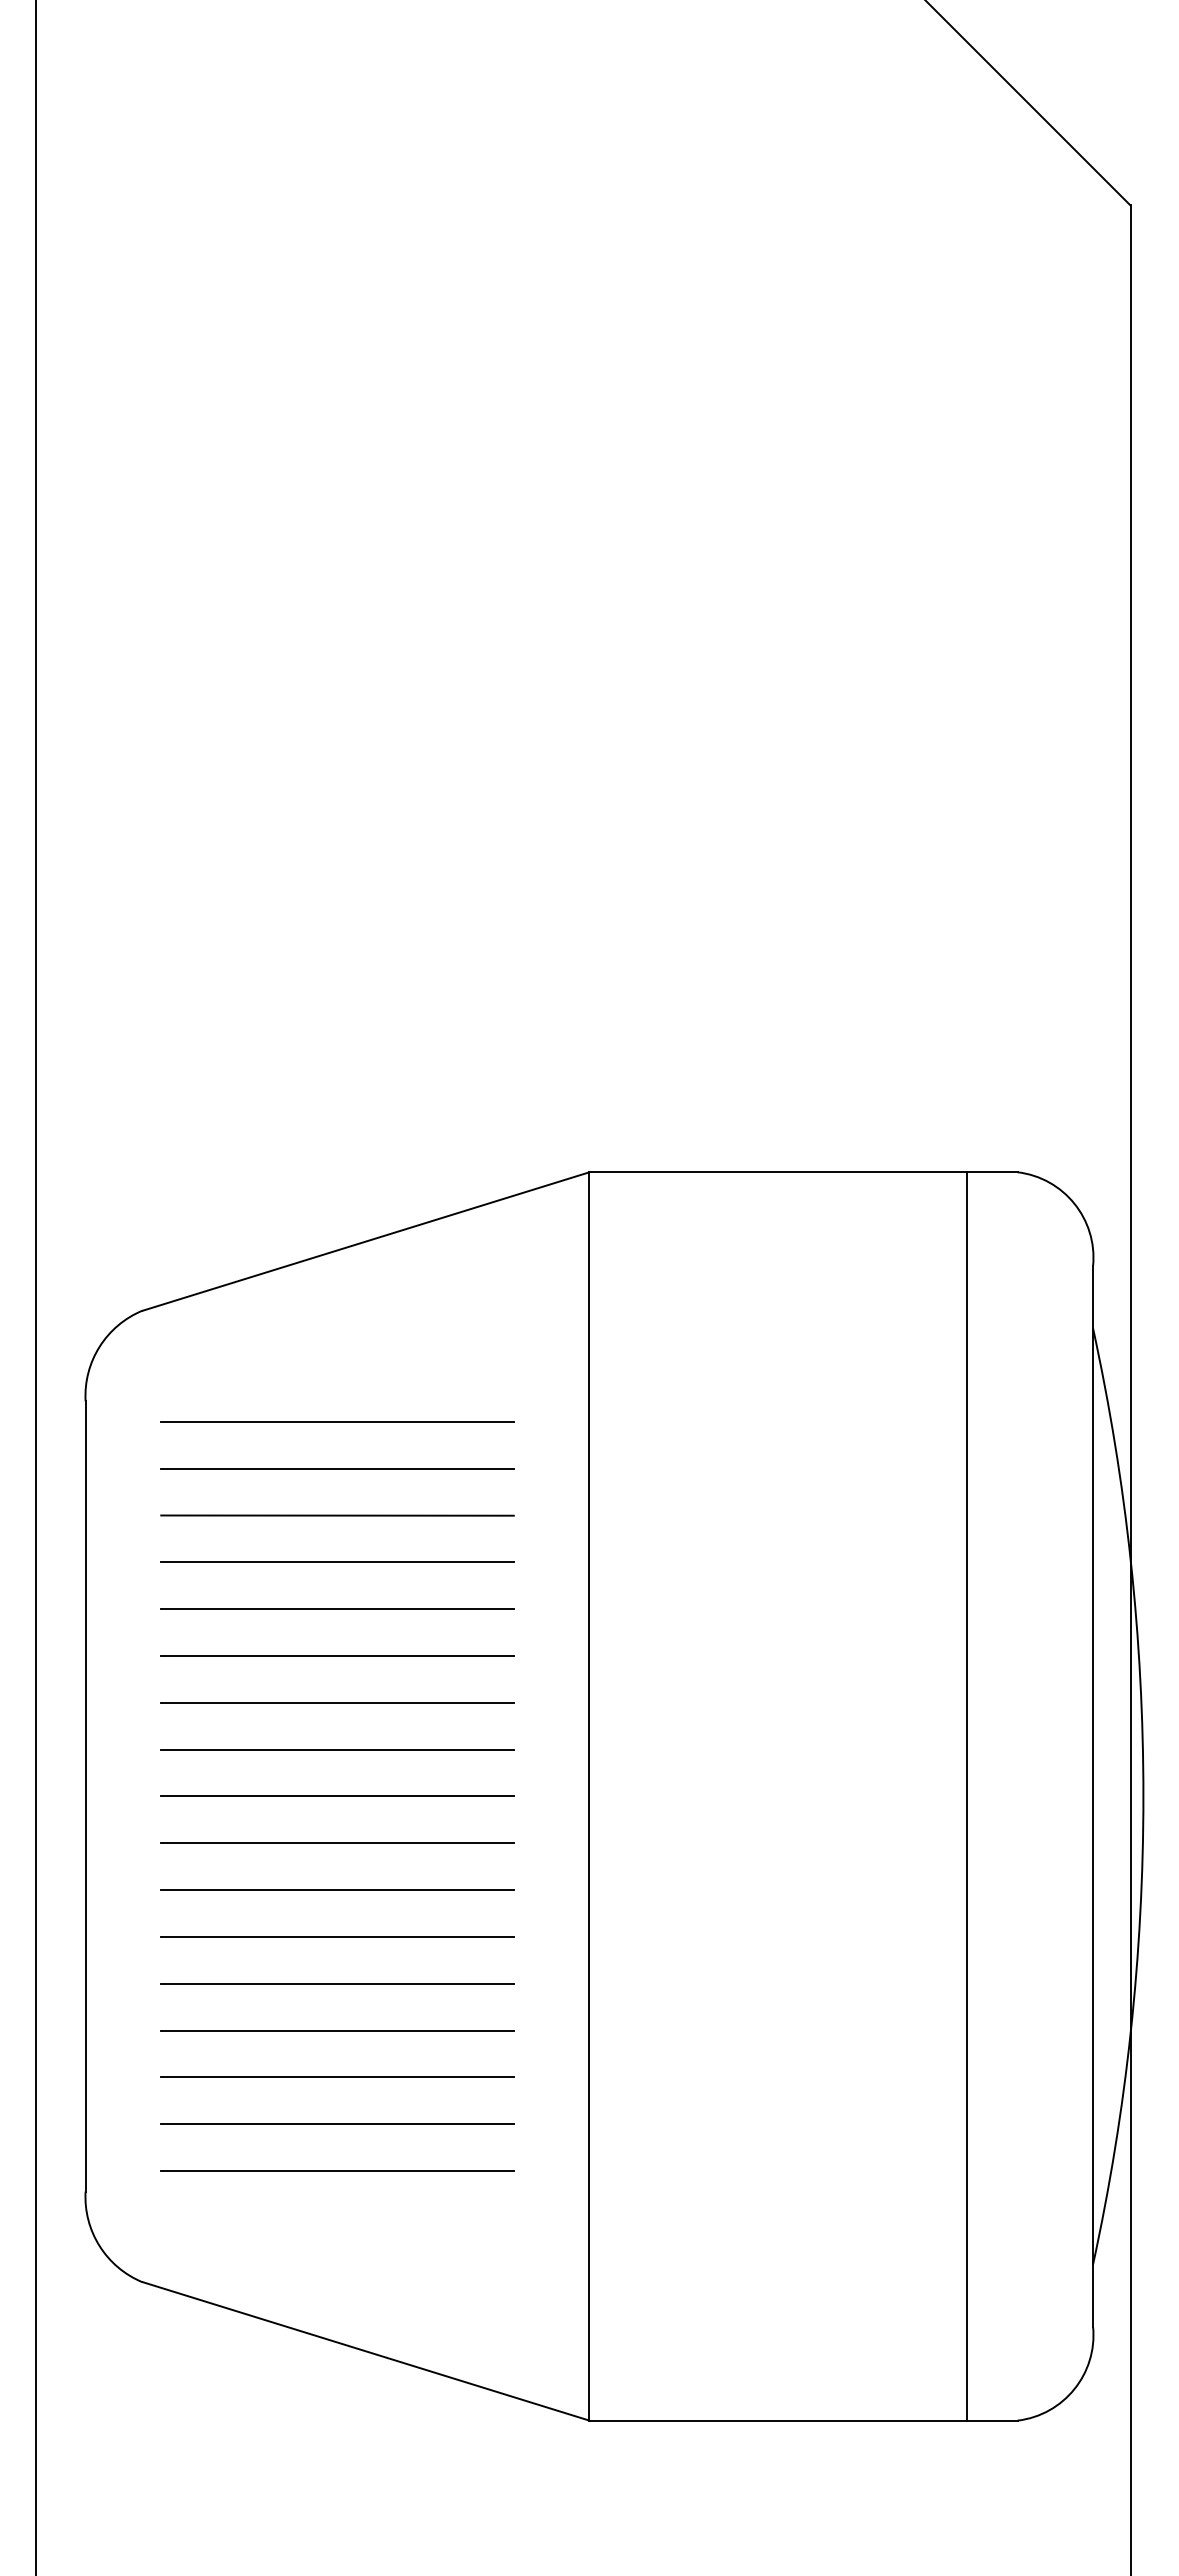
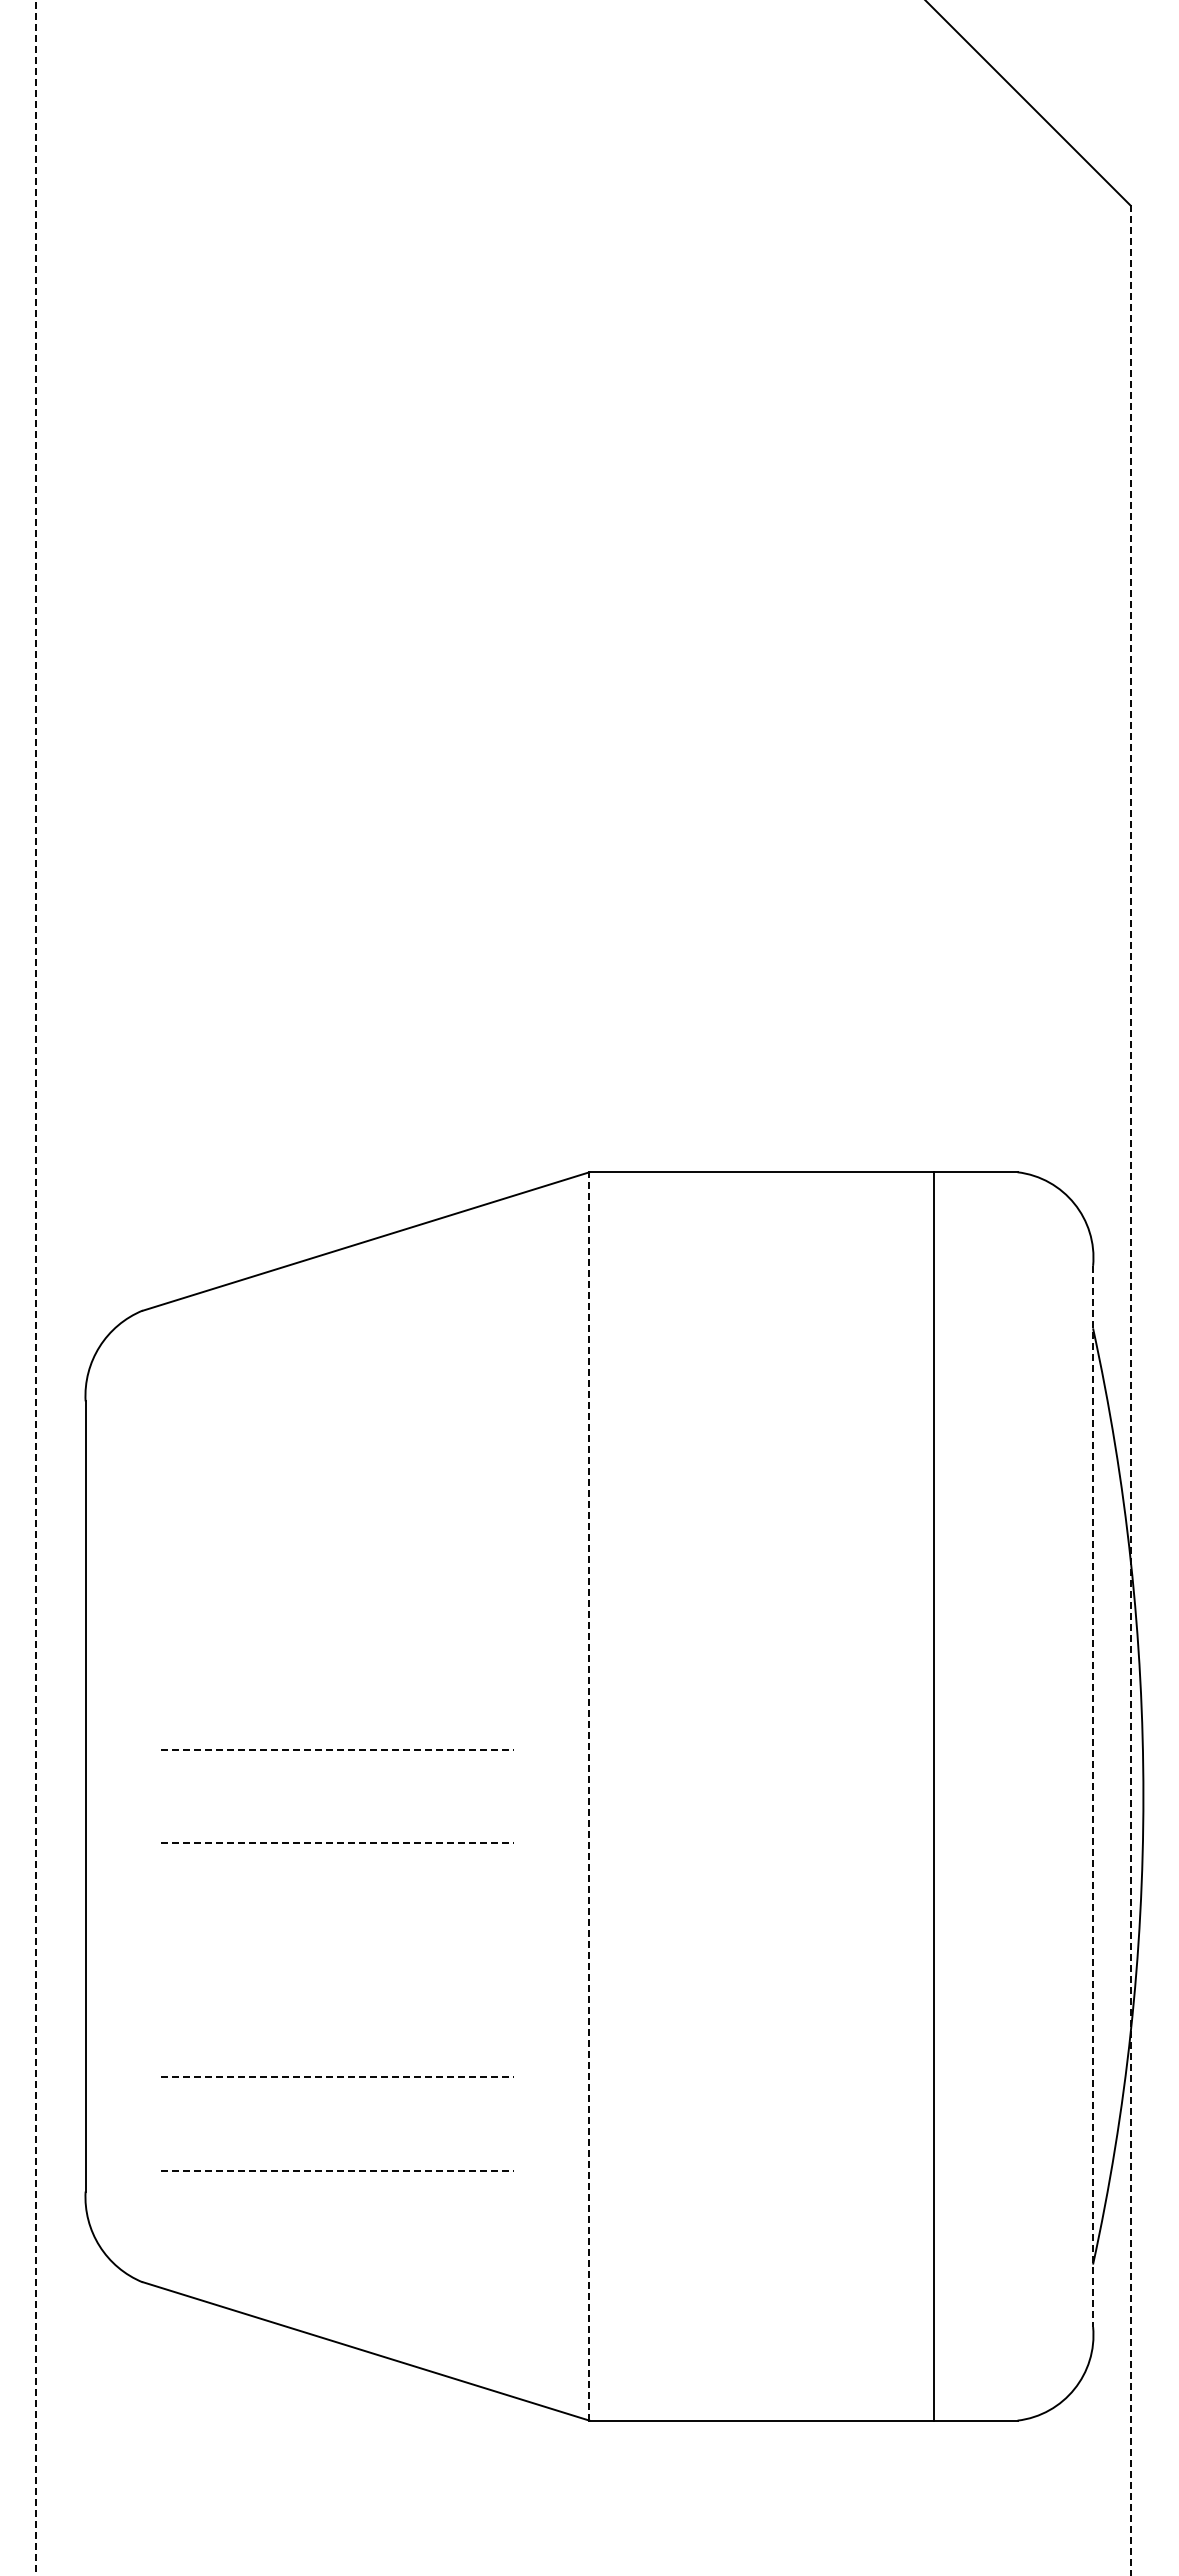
line at (35, 1288): solid -> dashed
line at (1130, 1390): solid -> dashed
line at (337, 1421): present -> none
line at (337, 1468): present -> none
line at (337, 1515): present -> none
line at (337, 1562): present -> none
line at (337, 1609): present -> none
line at (337, 1656): present -> none
line at (337, 1702): present -> none
line at (338, 1749): solid -> dashed
line at (589, 1795): solid -> dashed
line at (337, 1796): present -> none
line at (967, 1796) position: (967, 1796) -> (934, 1796)
line at (1093, 1796): solid -> dashed
line at (338, 1843): solid -> dashed
line at (337, 1890): present -> none
line at (337, 1936): present -> none
line at (337, 1983): present -> none
line at (337, 2030): present -> none
line at (338, 2077): solid -> dashed
line at (337, 2124): present -> none
line at (338, 2170): solid -> dashed
